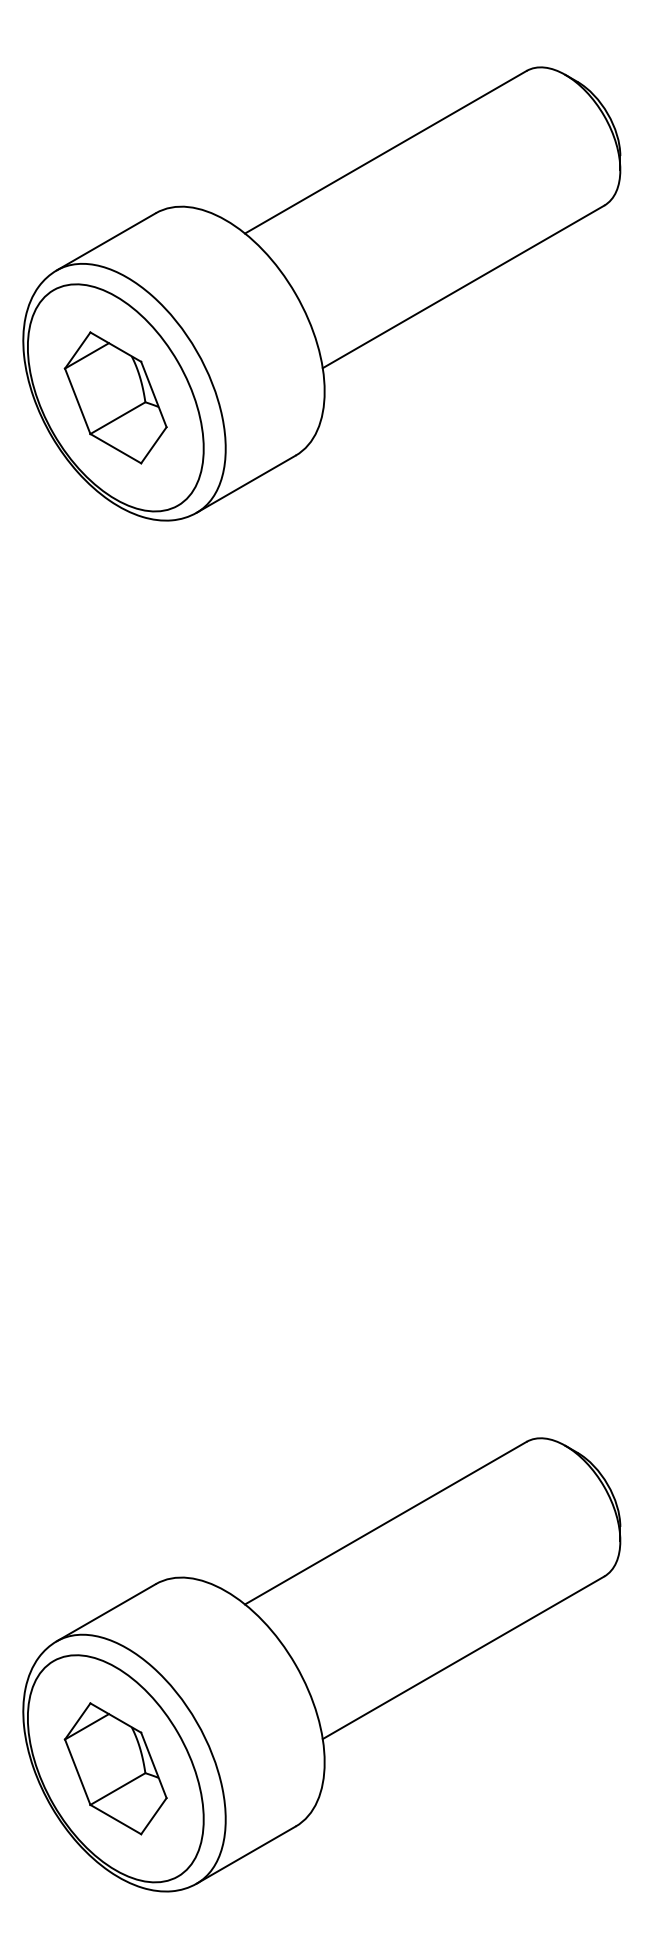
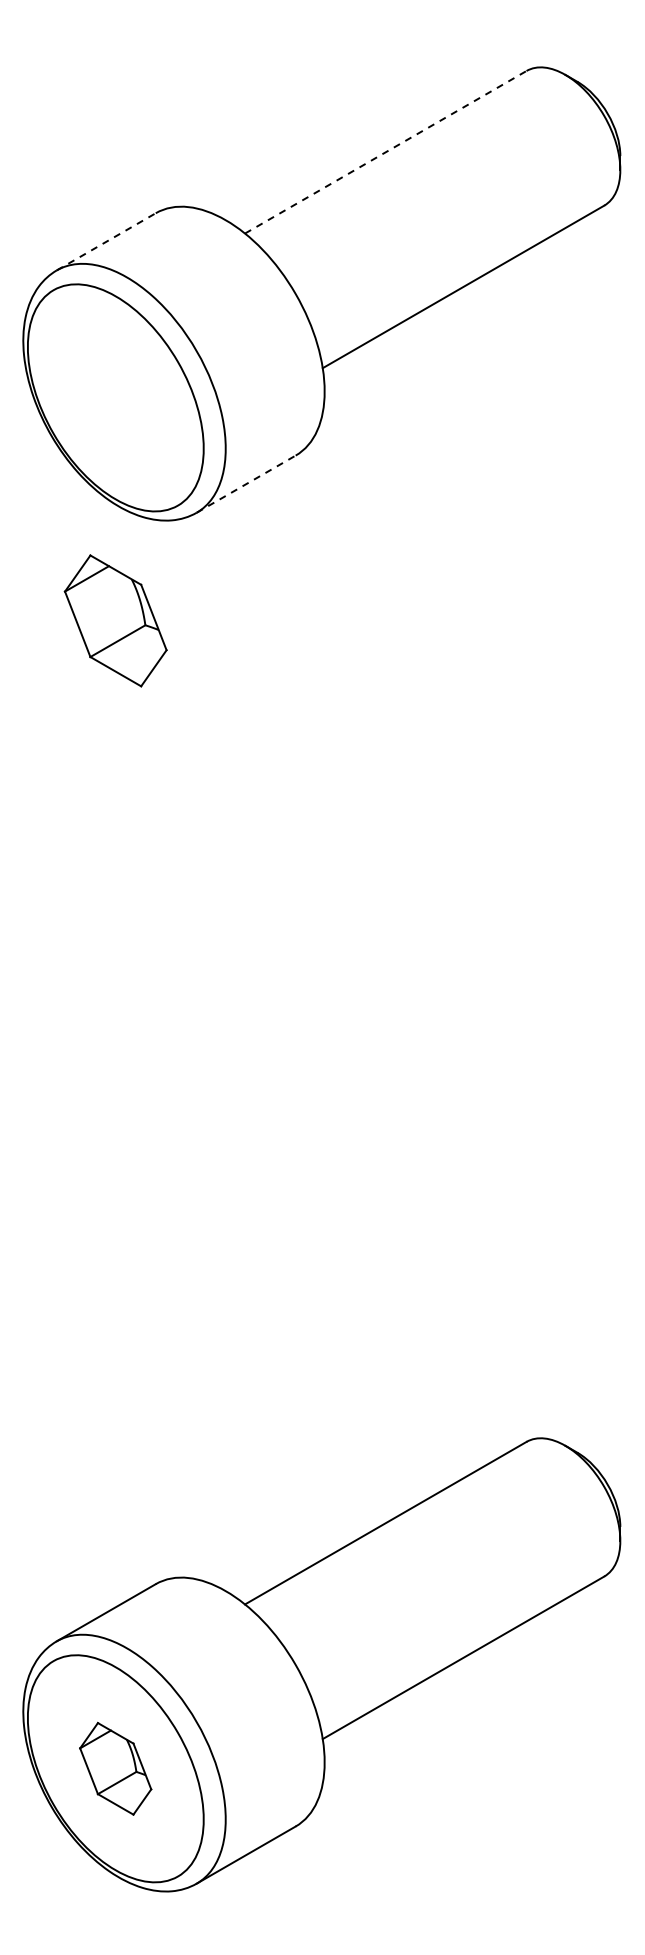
line at (385, 152): solid -> dashed
line at (106, 241): solid -> dashed
part at (115, 397) position: (115, 397) -> (115, 620)
line at (246, 483): solid -> dashed
part at (115, 1768) size: 105x134 px -> 74x95 px
